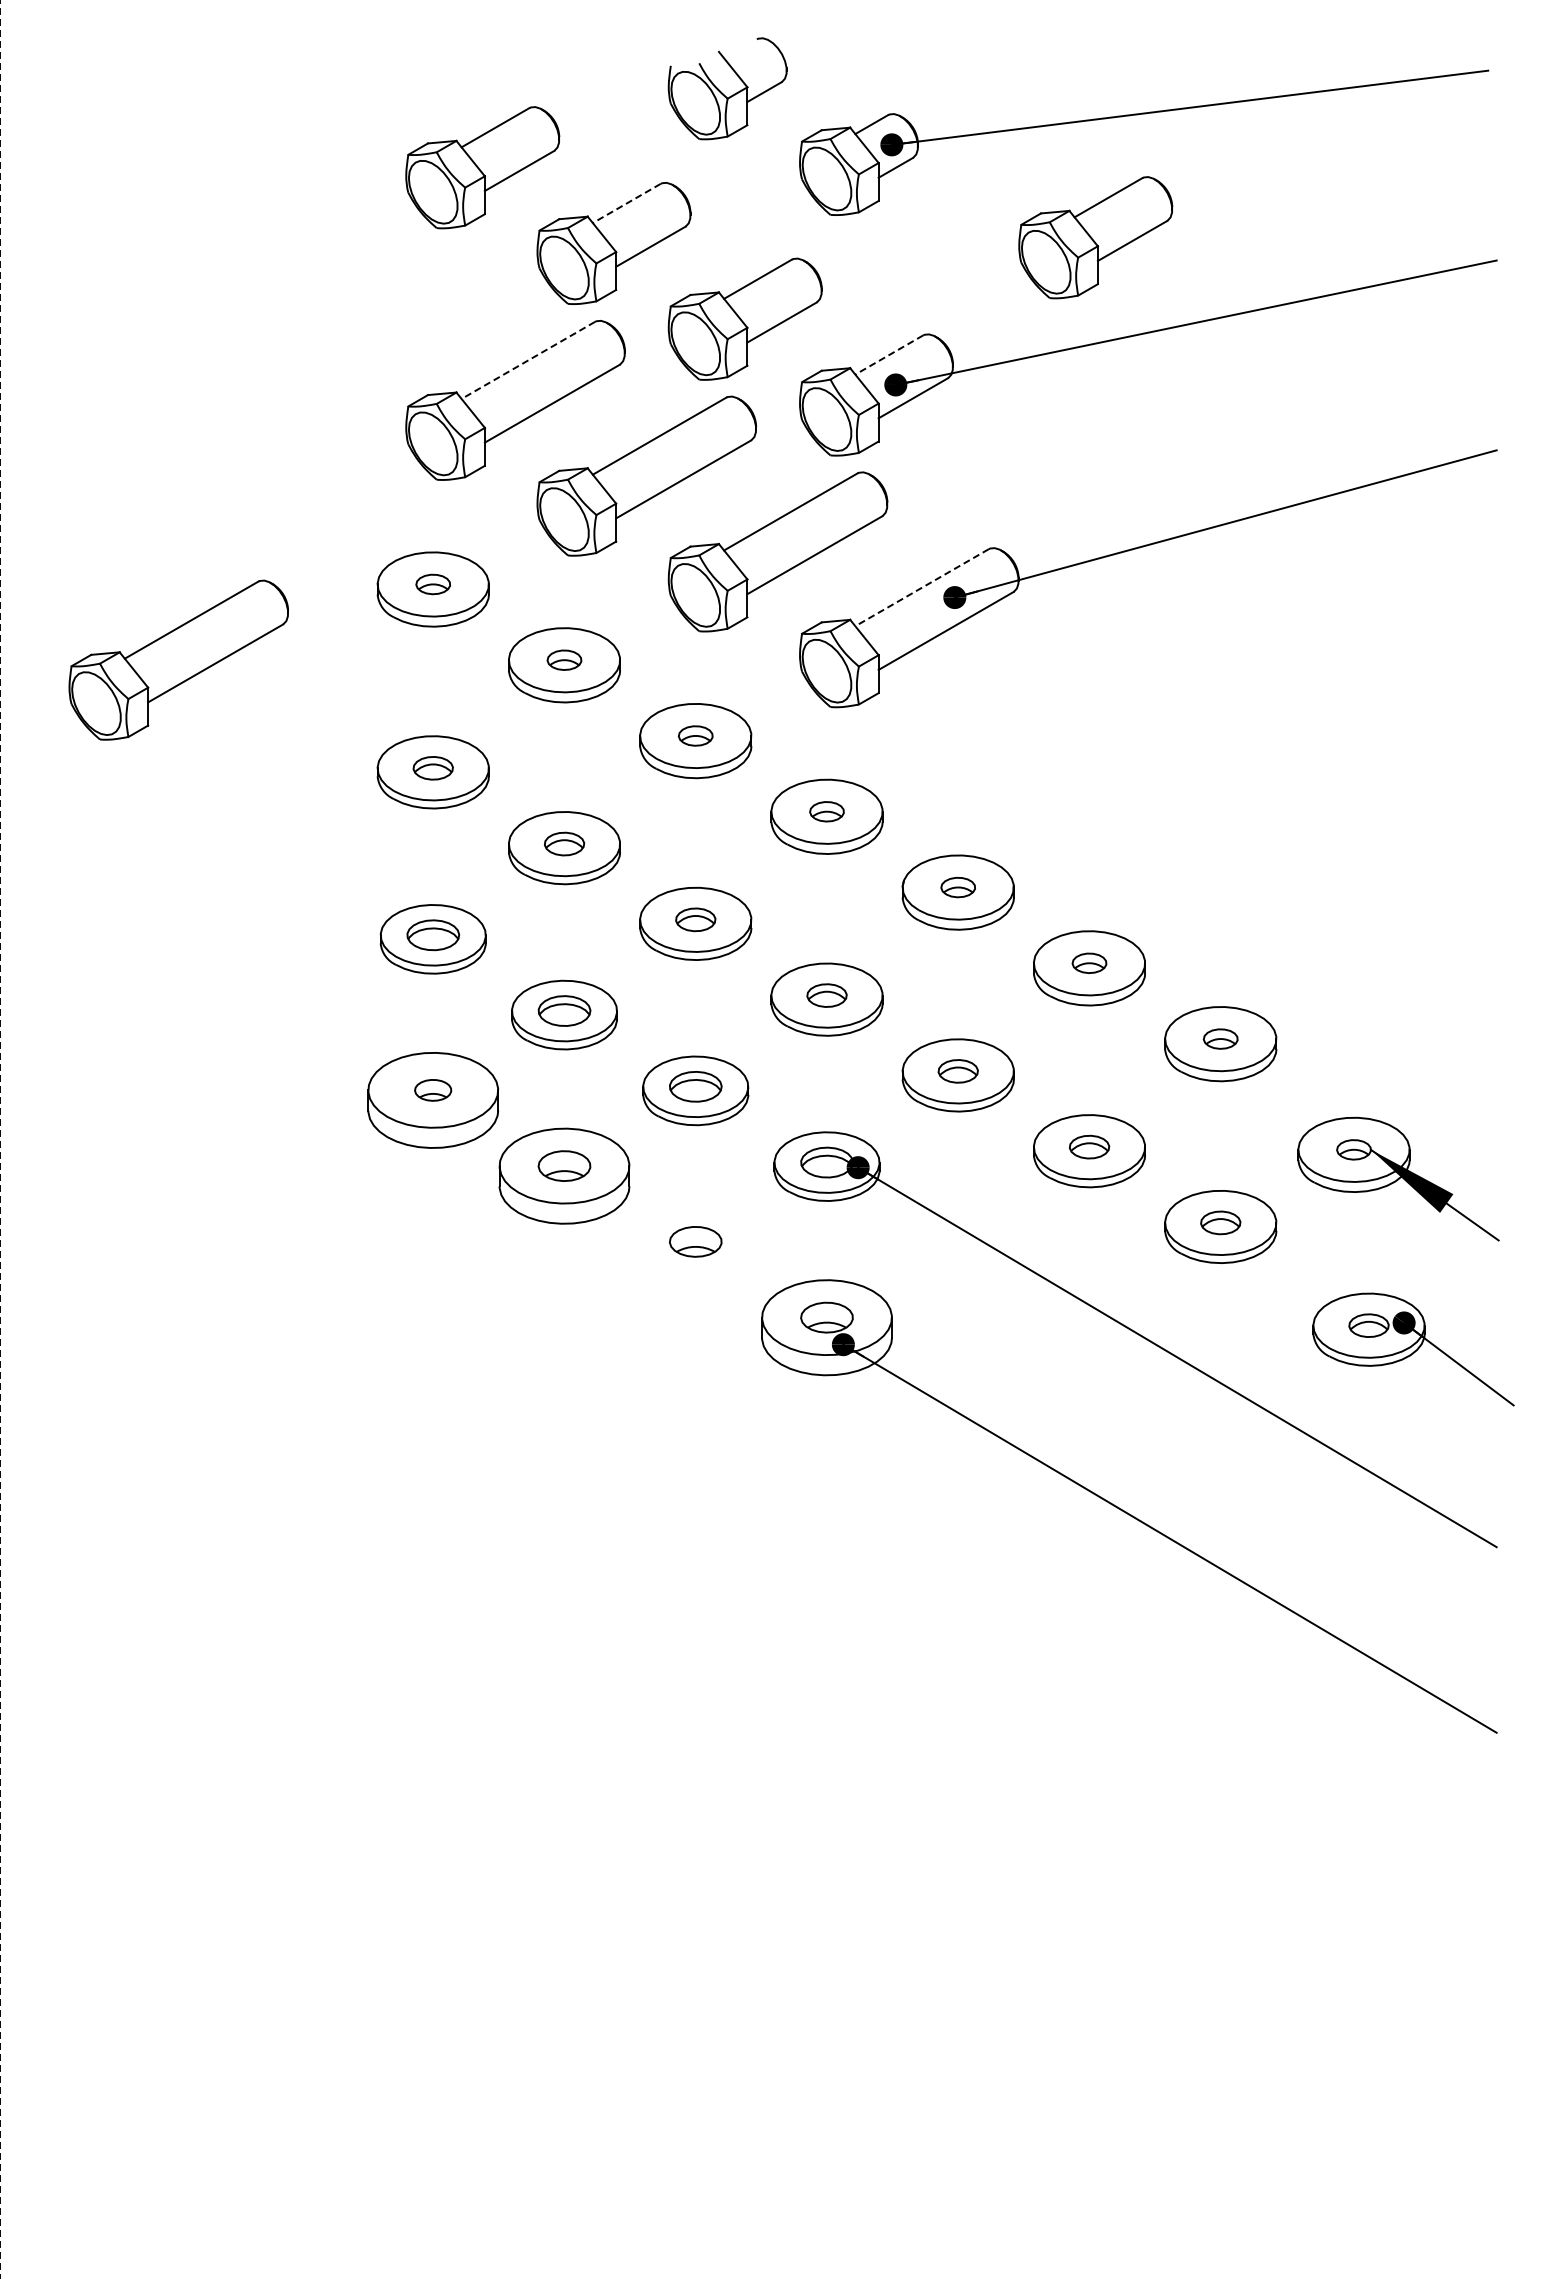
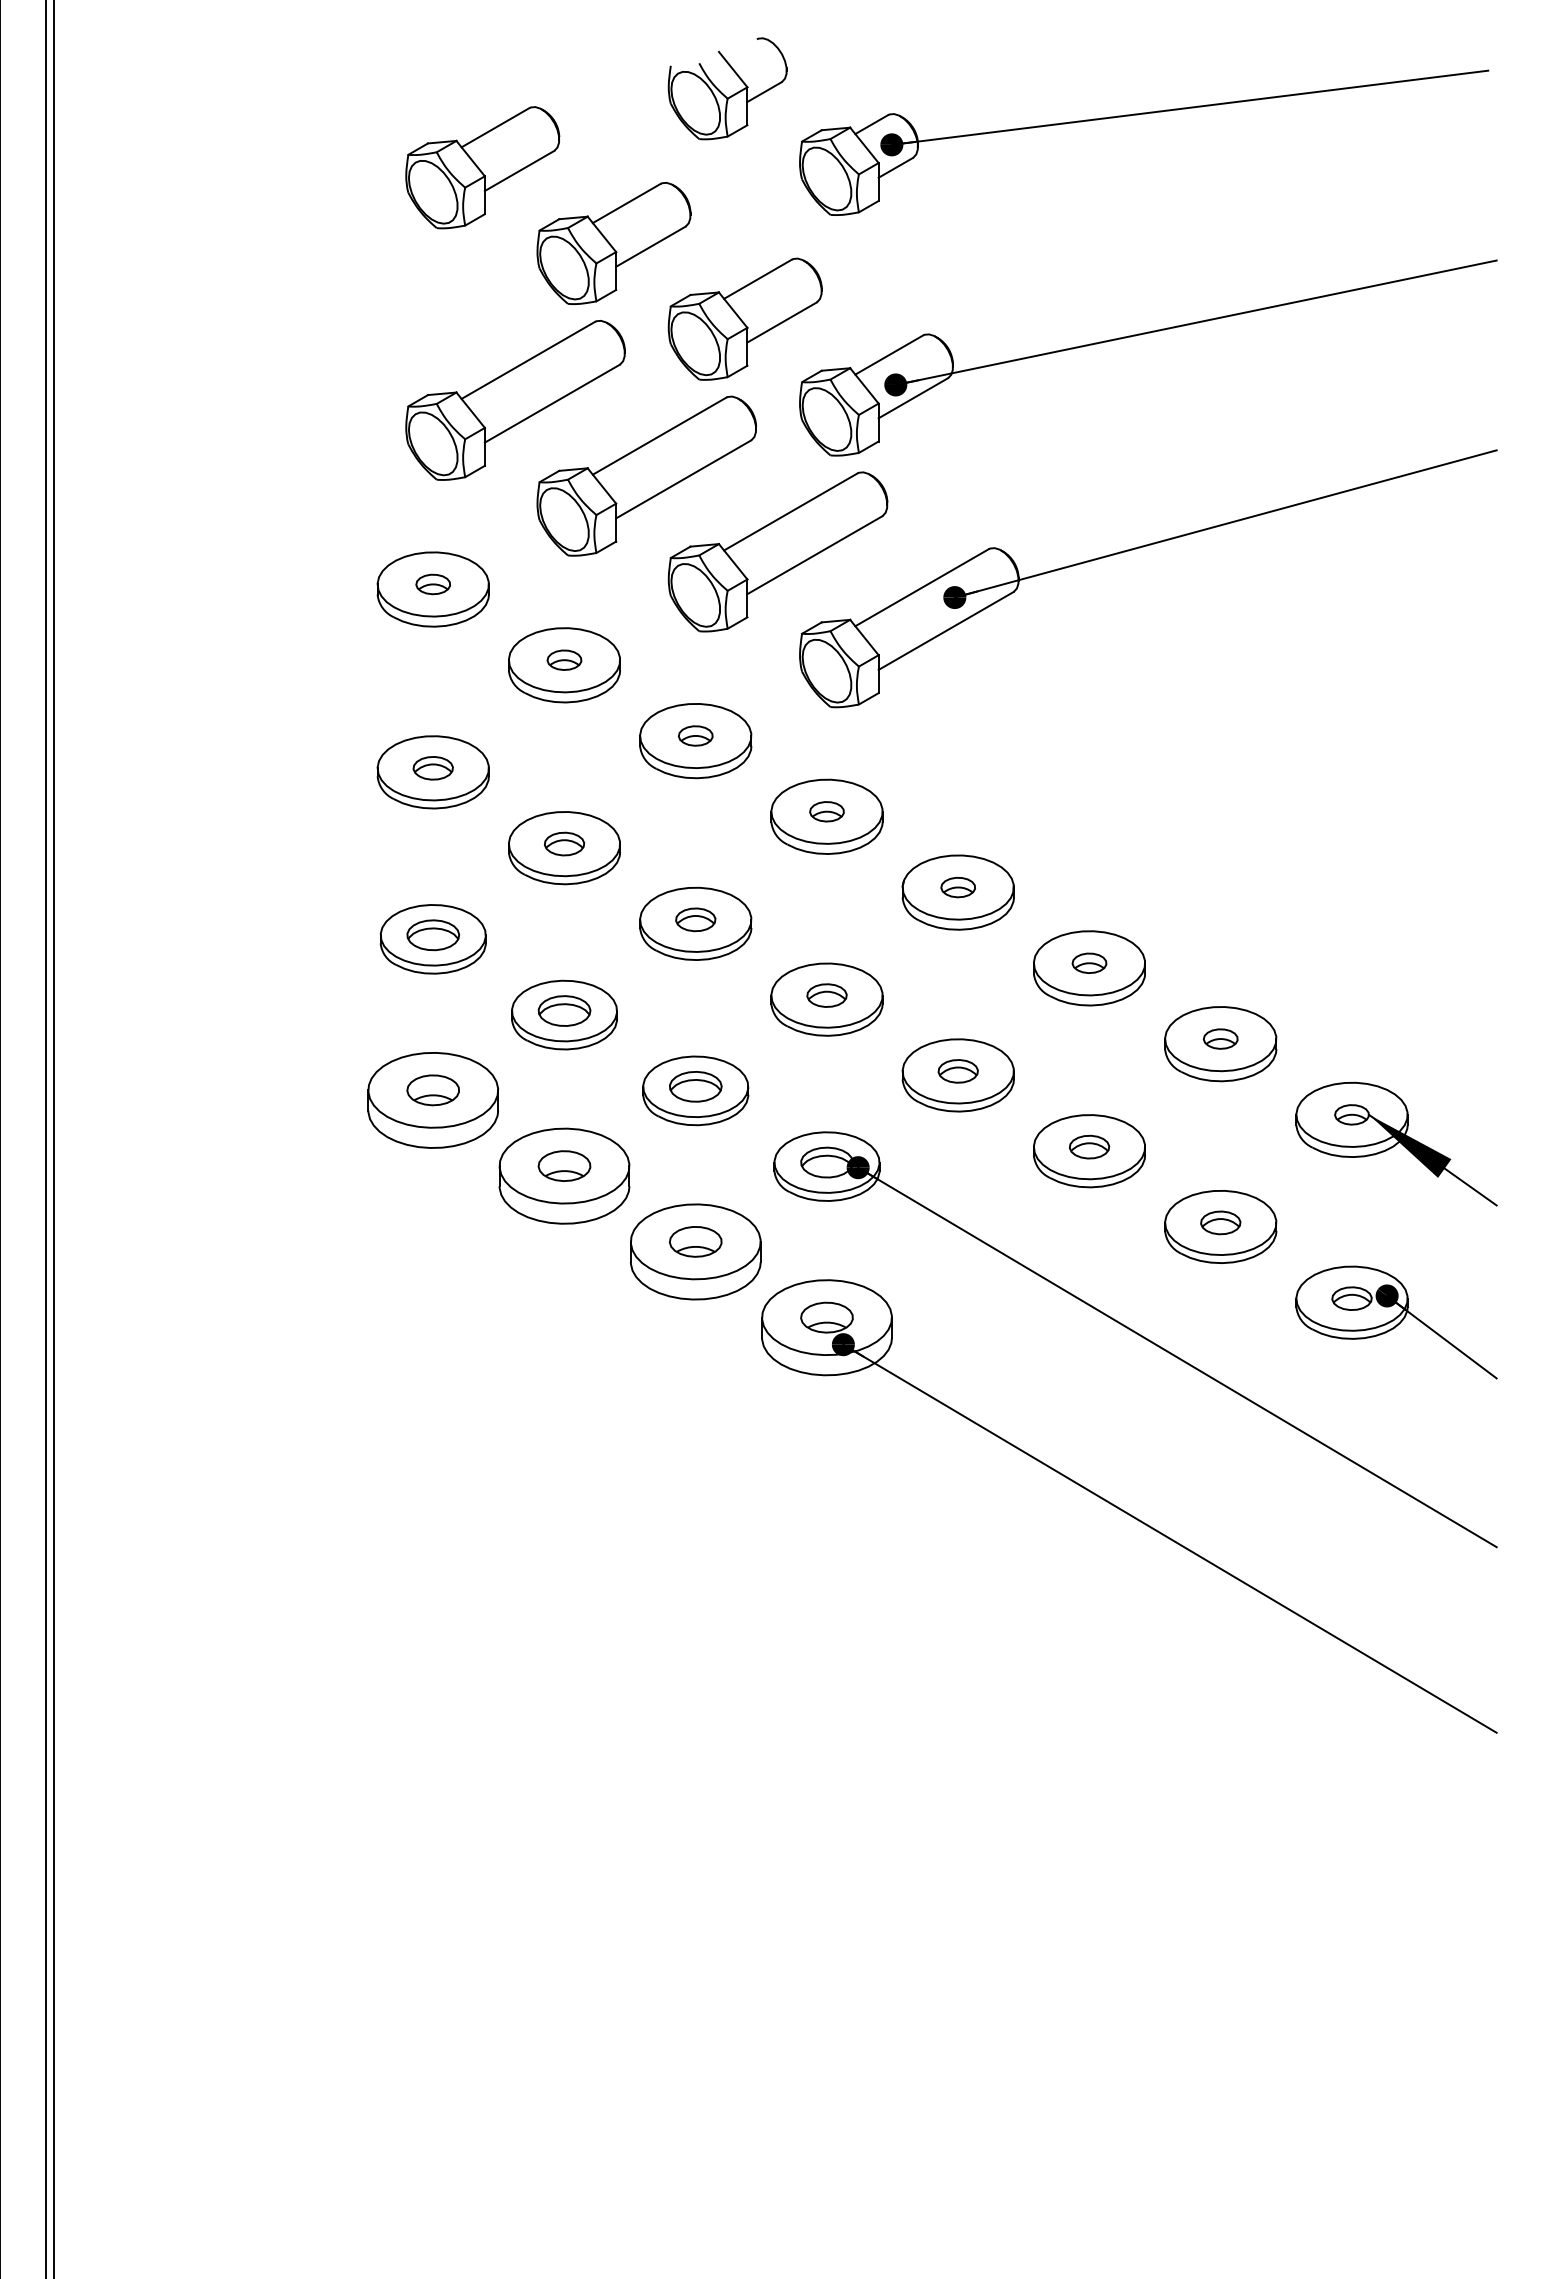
line at (626, 203): dashed -> solid
part at (1095, 237): present -> none
line at (888, 355): dashed -> solid
line at (527, 360): dashed -> solid
line at (921, 587): dashed -> solid
part at (178, 659): present -> none
part at (433, 1090) size: 39x23 px -> 54x33 px
line at (46, 1138): none -> present
line at (54, 1138): none -> present
line at (0, 1139): dashed -> solid
part at (1398, 1178) position: (1398, 1178) -> (1396, 1143)
part at (695, 1251): none -> present
part at (1413, 1349) position: (1413, 1349) -> (1396, 1322)
